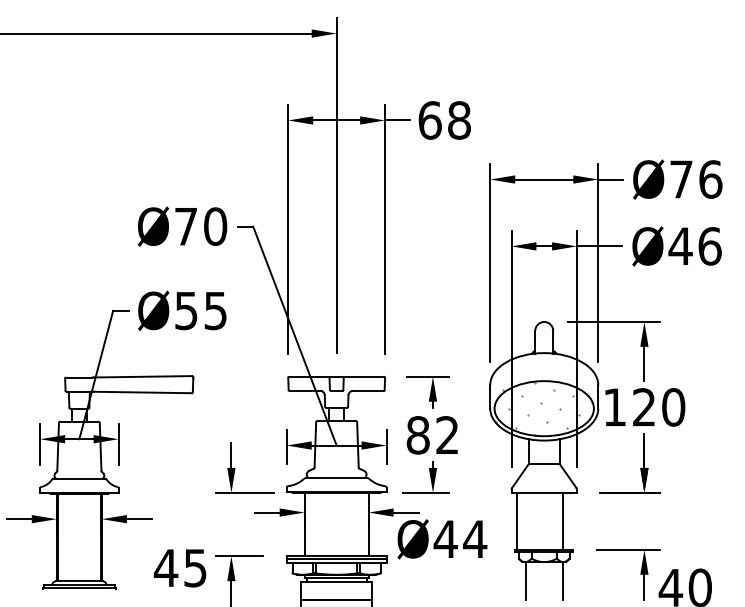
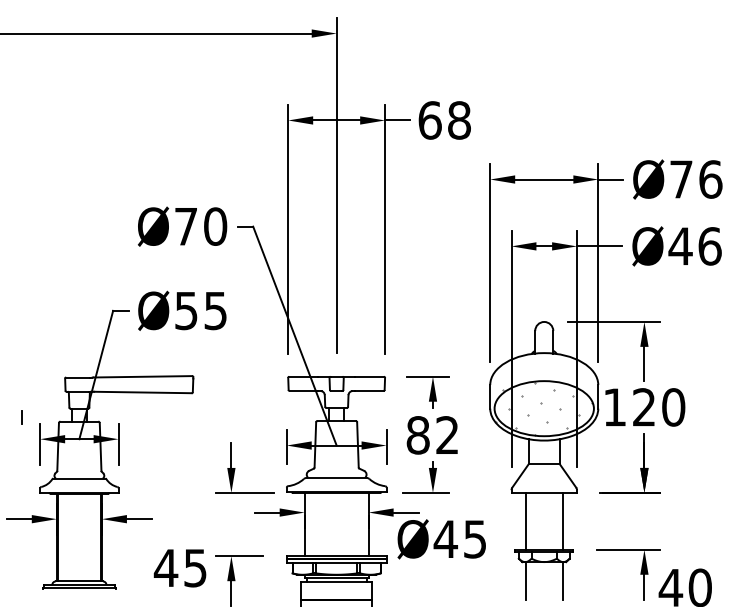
line at (21, 417): none -> present
line at (516, 520) position: (516, 520) -> (525, 520)
text at (475, 539): Ø44 -> Ø45
